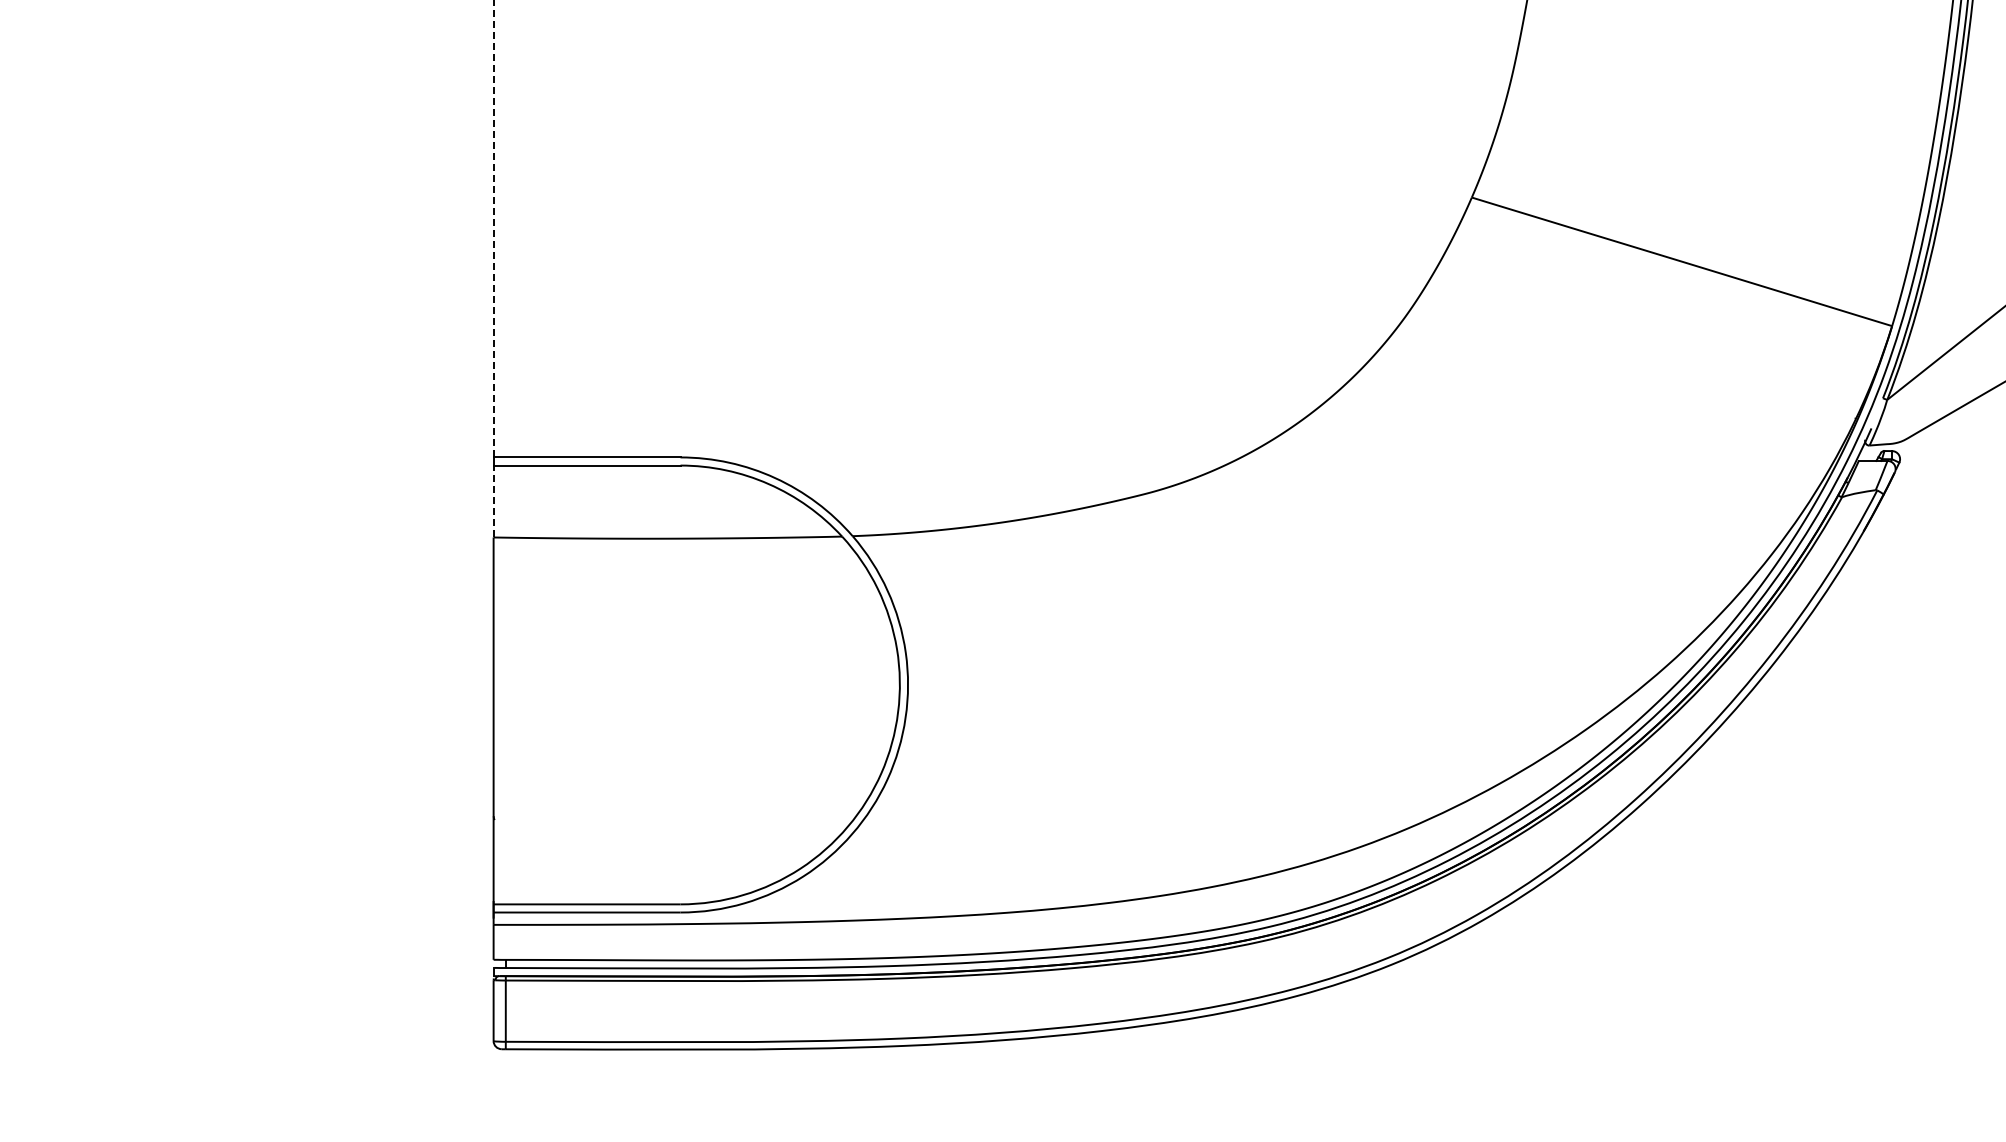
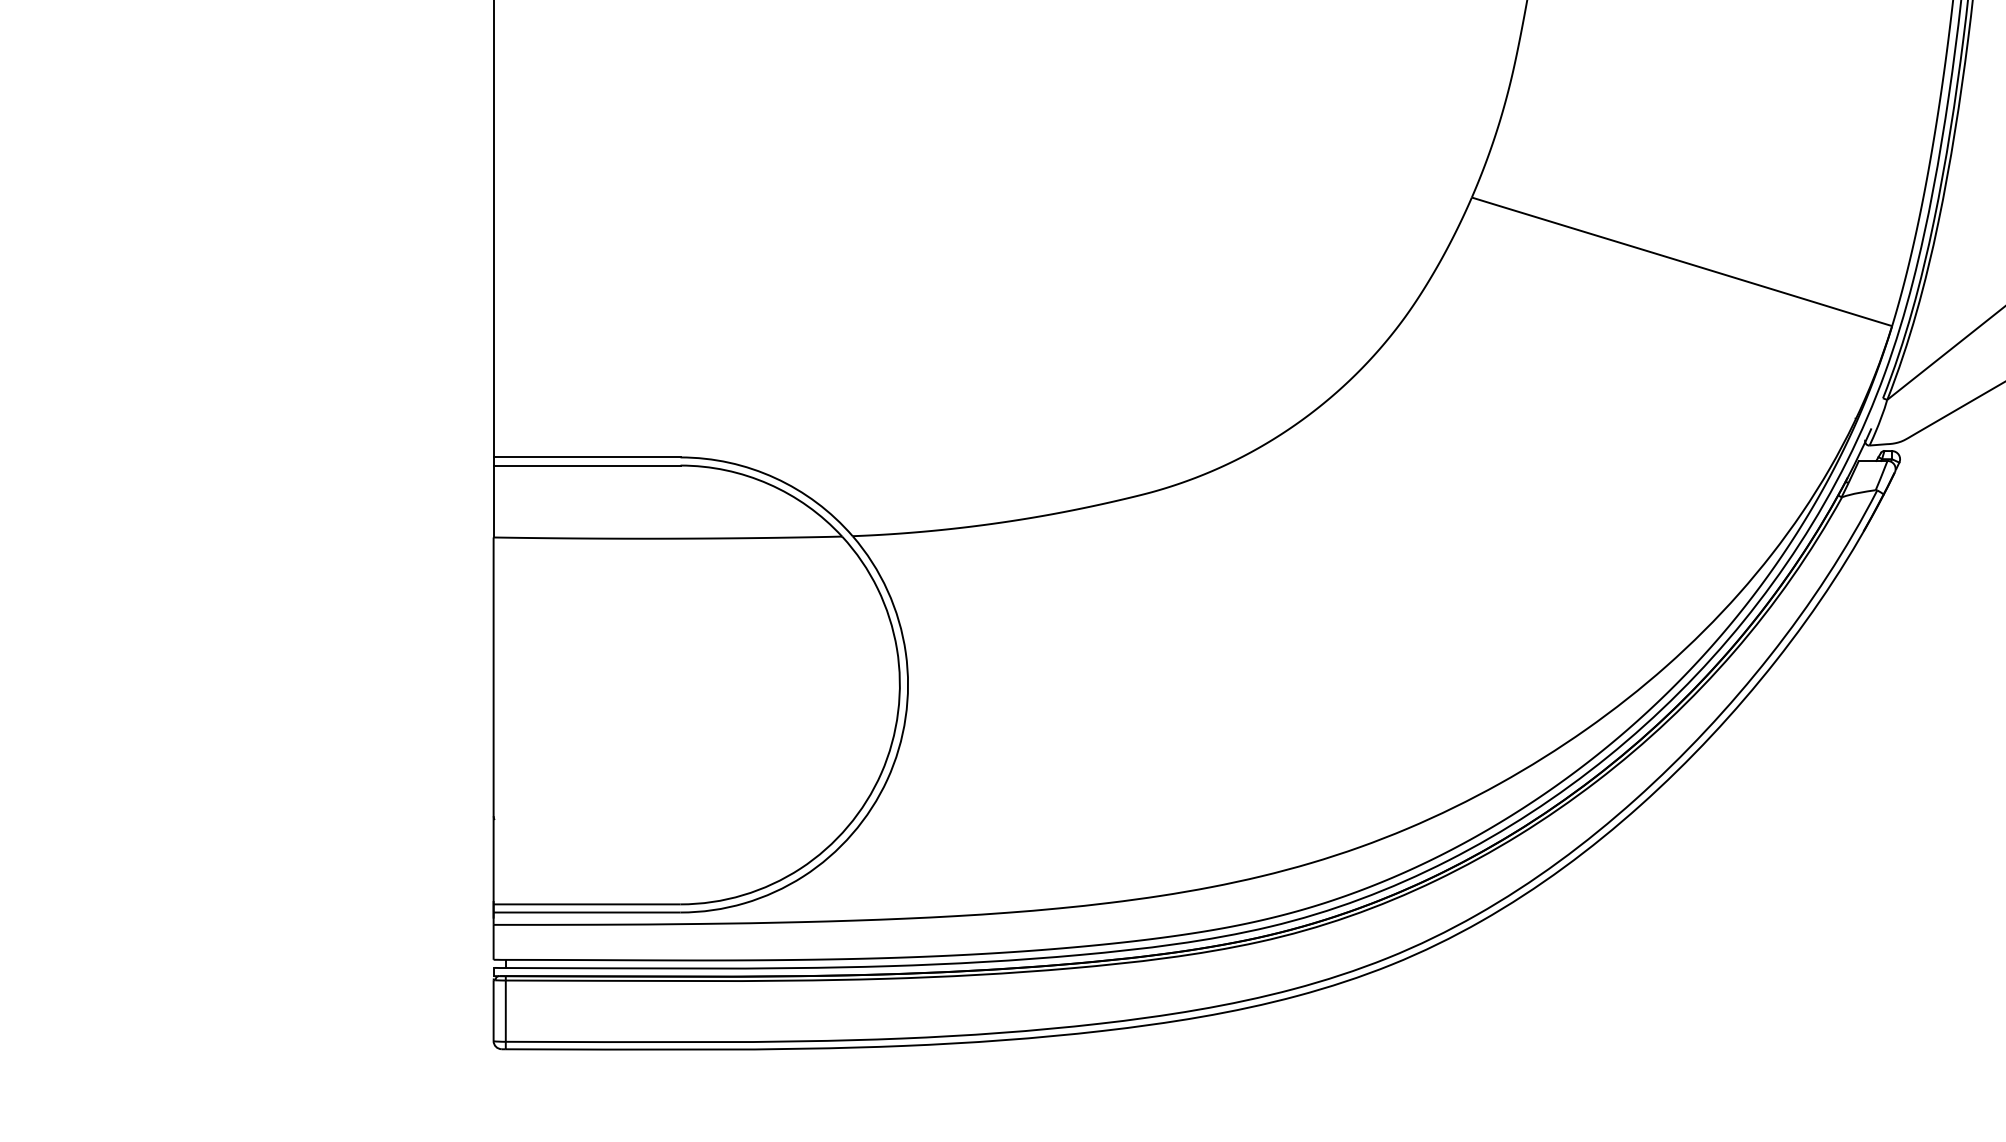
line at (493, 228): dashed -> solid
line at (493, 501): dashed -> solid
